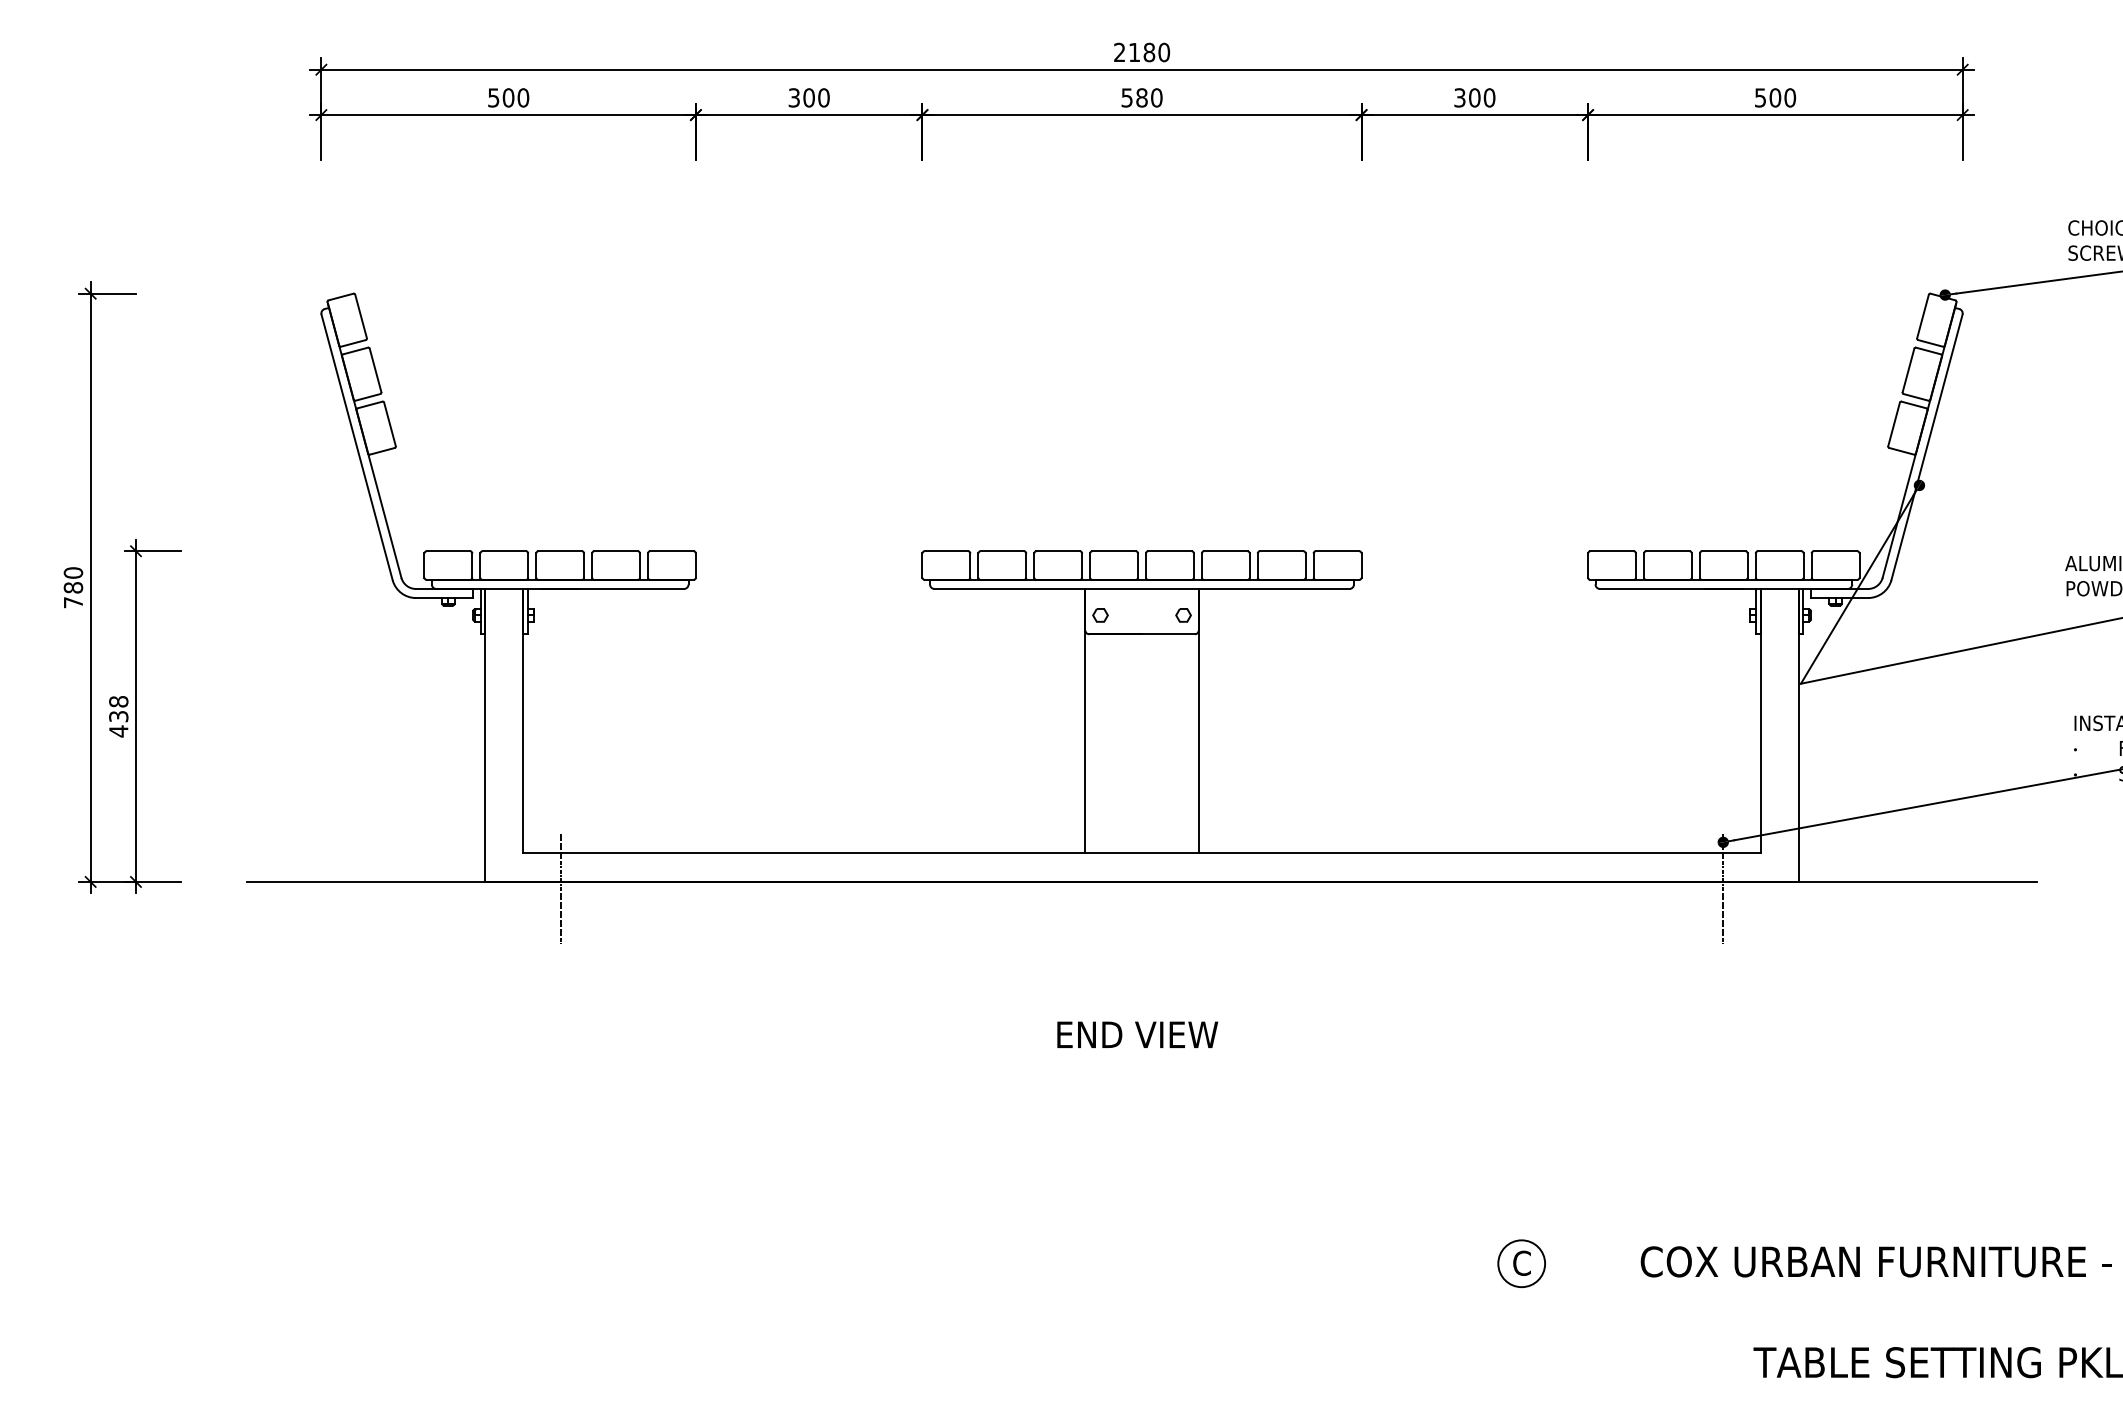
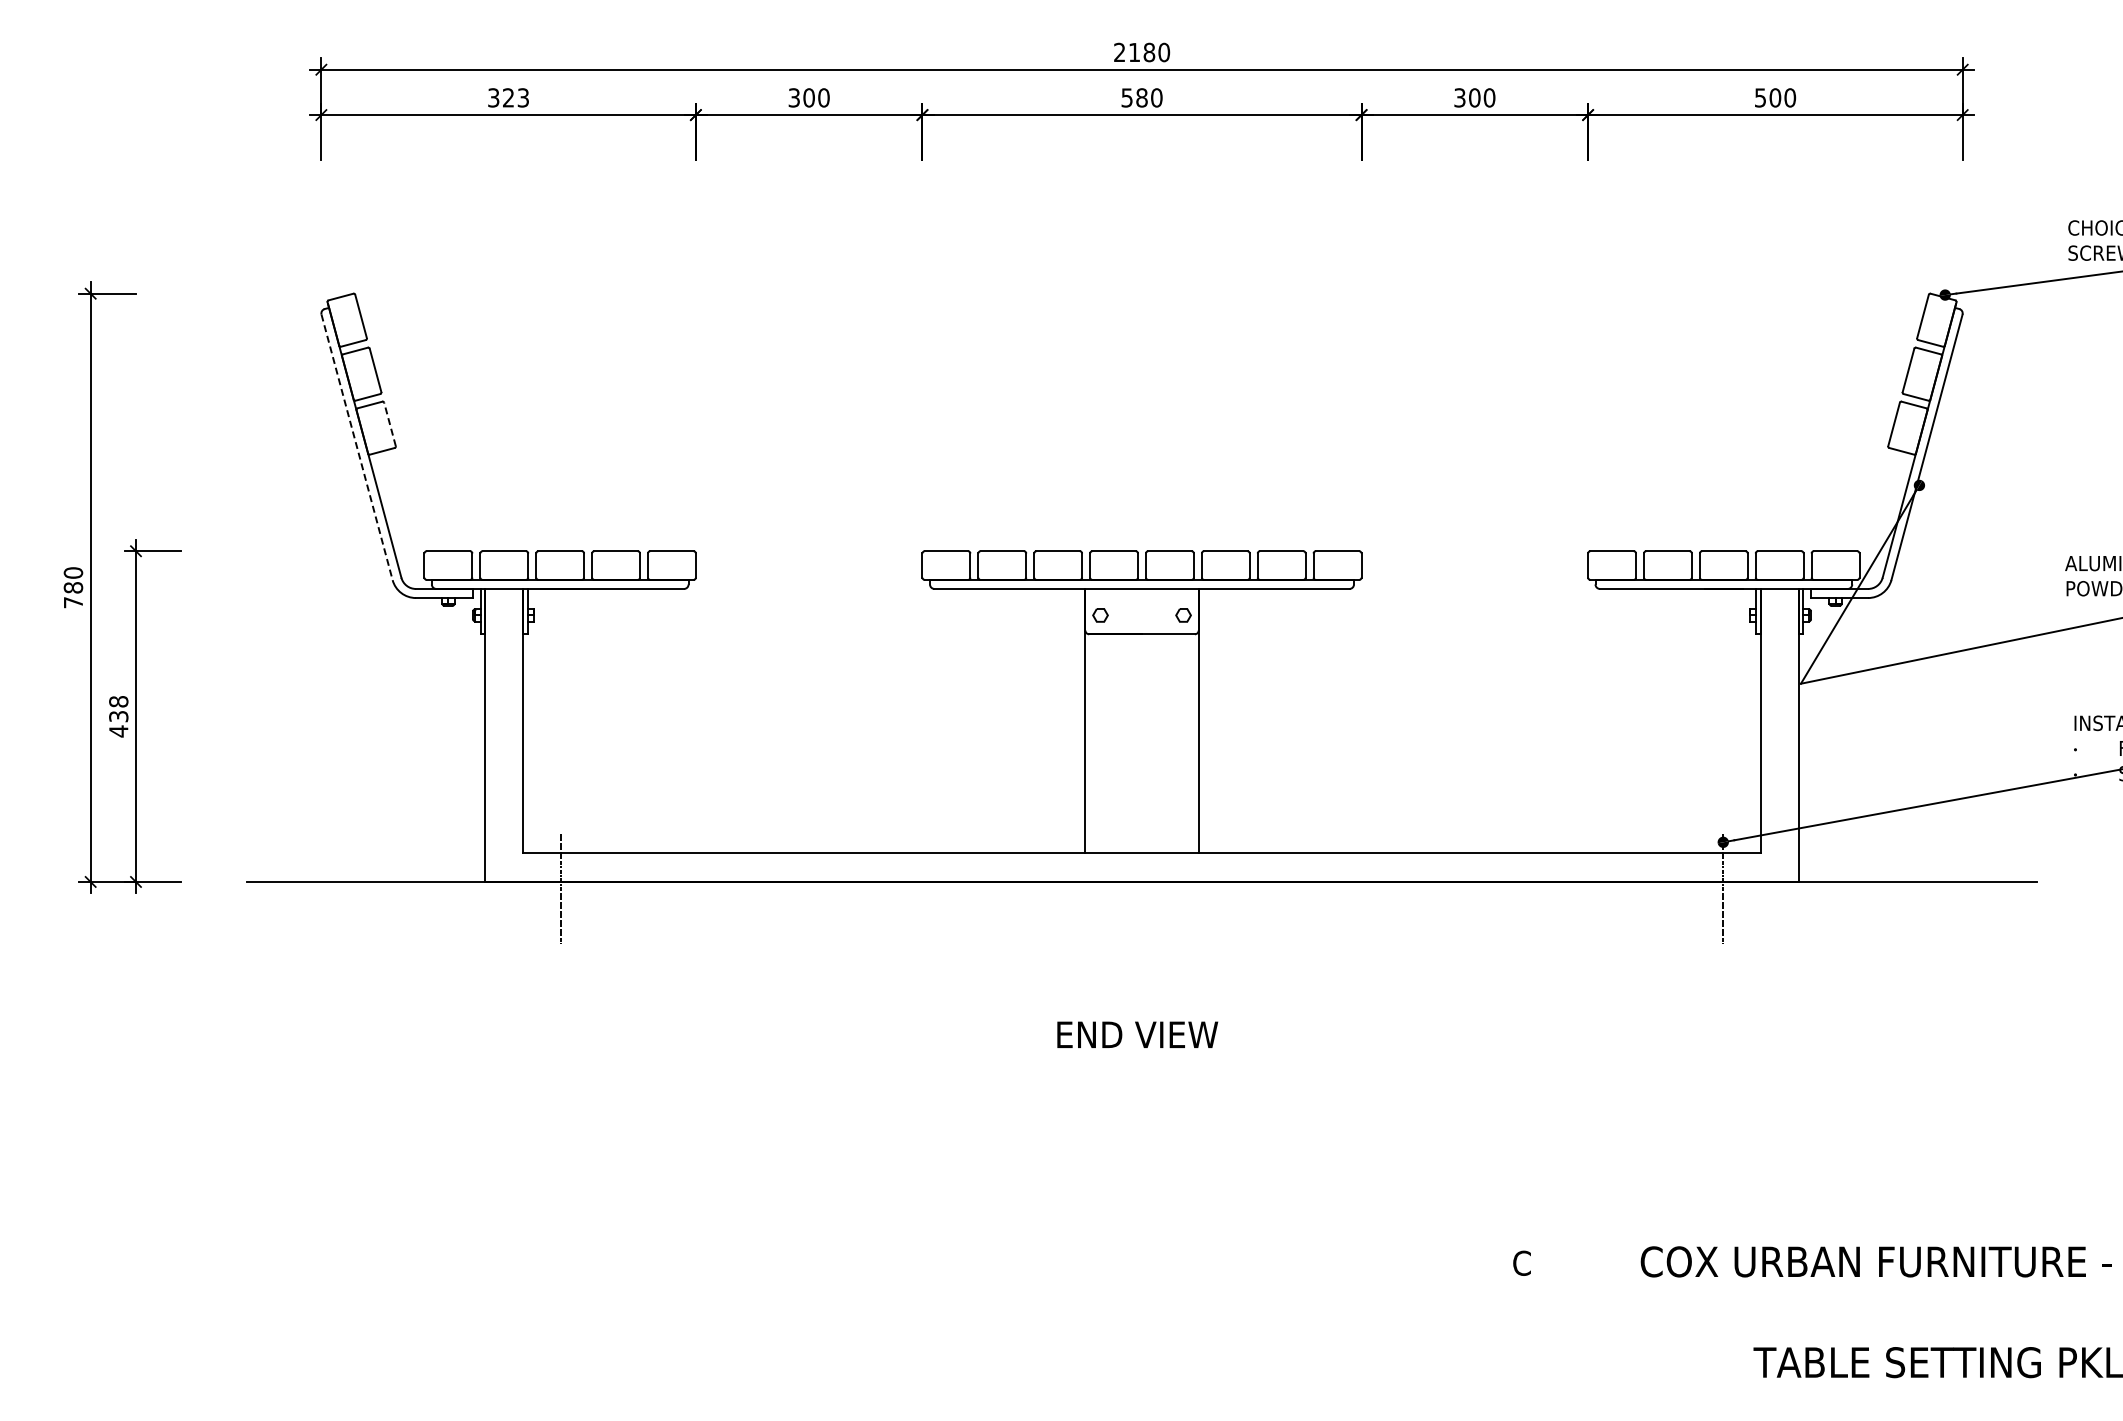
text at (508, 97): 500 -> 323
line at (389, 423): solid -> dashed
line at (357, 447): solid -> dashed
circle at (1521, 1263): present -> none
